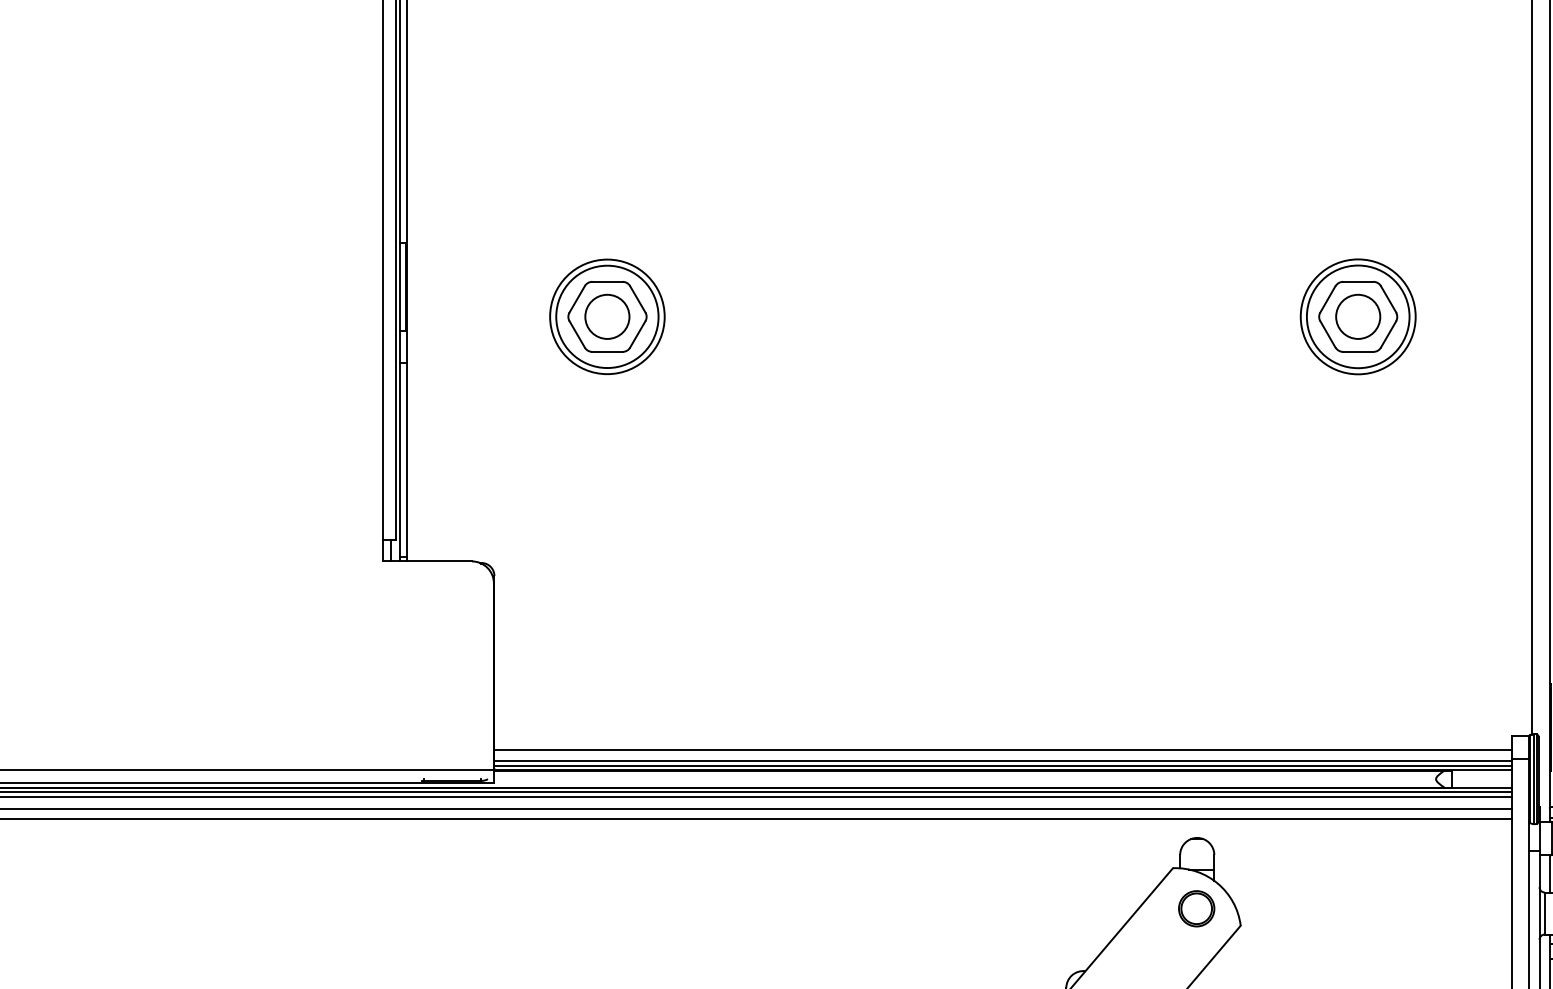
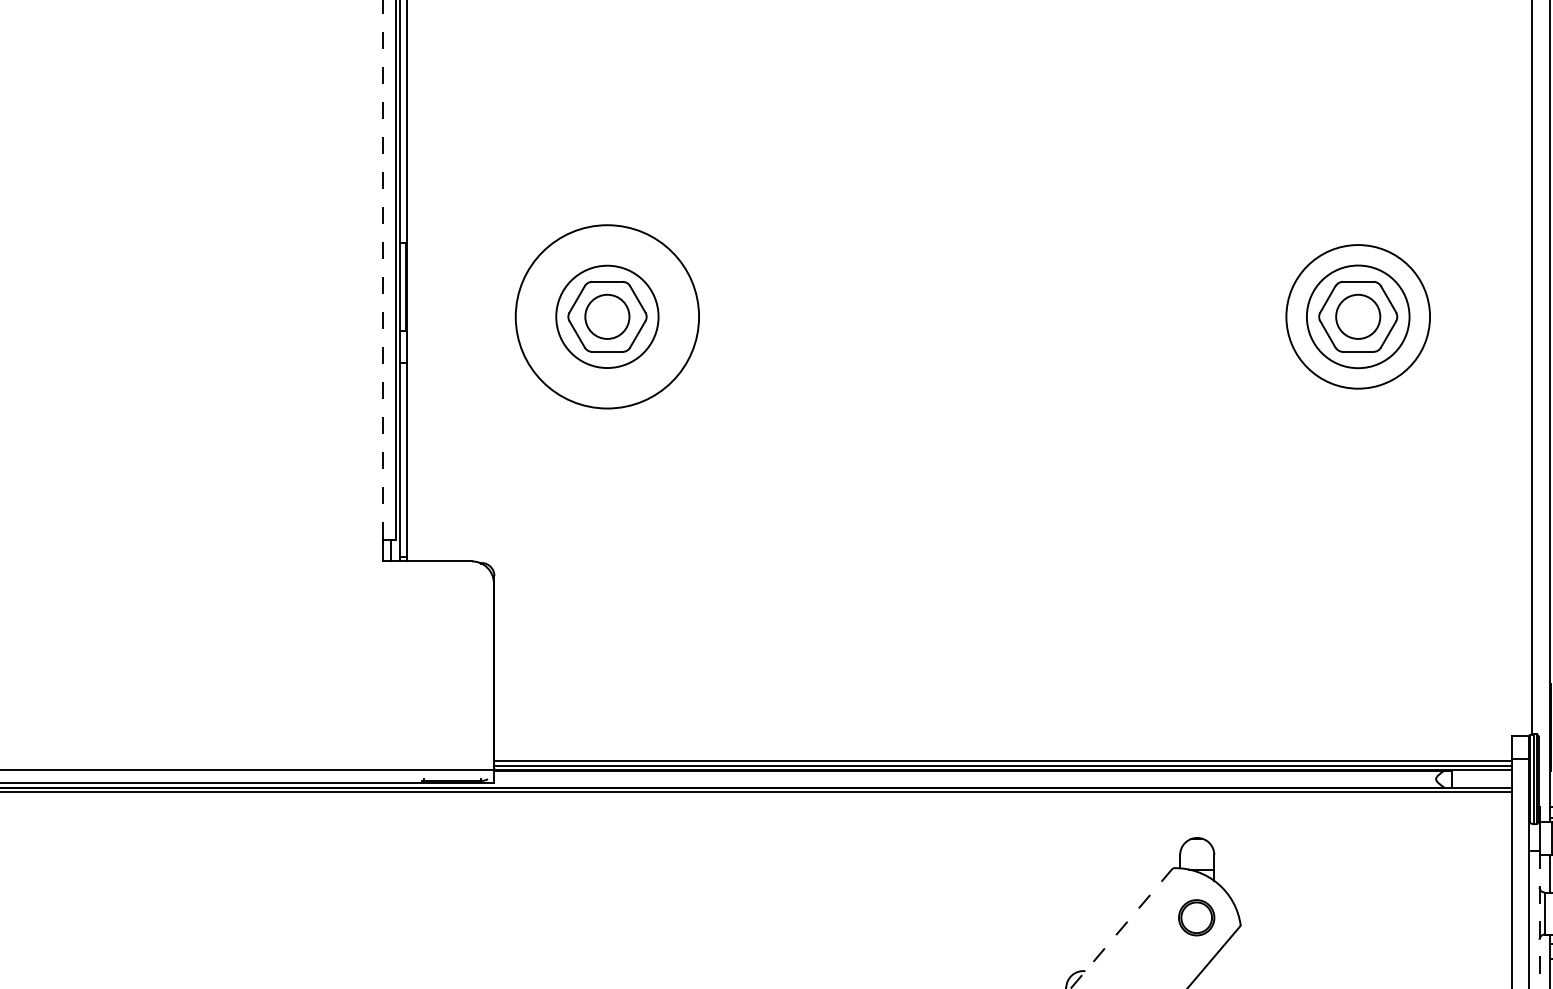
line at (383, 269): solid -> dashed
circle at (607, 316) diameter: 115 px -> 183 px
circle at (1357, 316) diameter: 115 px -> 144 px
line at (1002, 749): present -> none
line at (756, 797): present -> none
line at (756, 808): present -> none
line at (756, 819): present -> none
part at (1196, 908) position: (1196, 908) -> (1196, 917)
line at (1539, 919): solid -> dashed
line at (1121, 928): solid -> dashed
